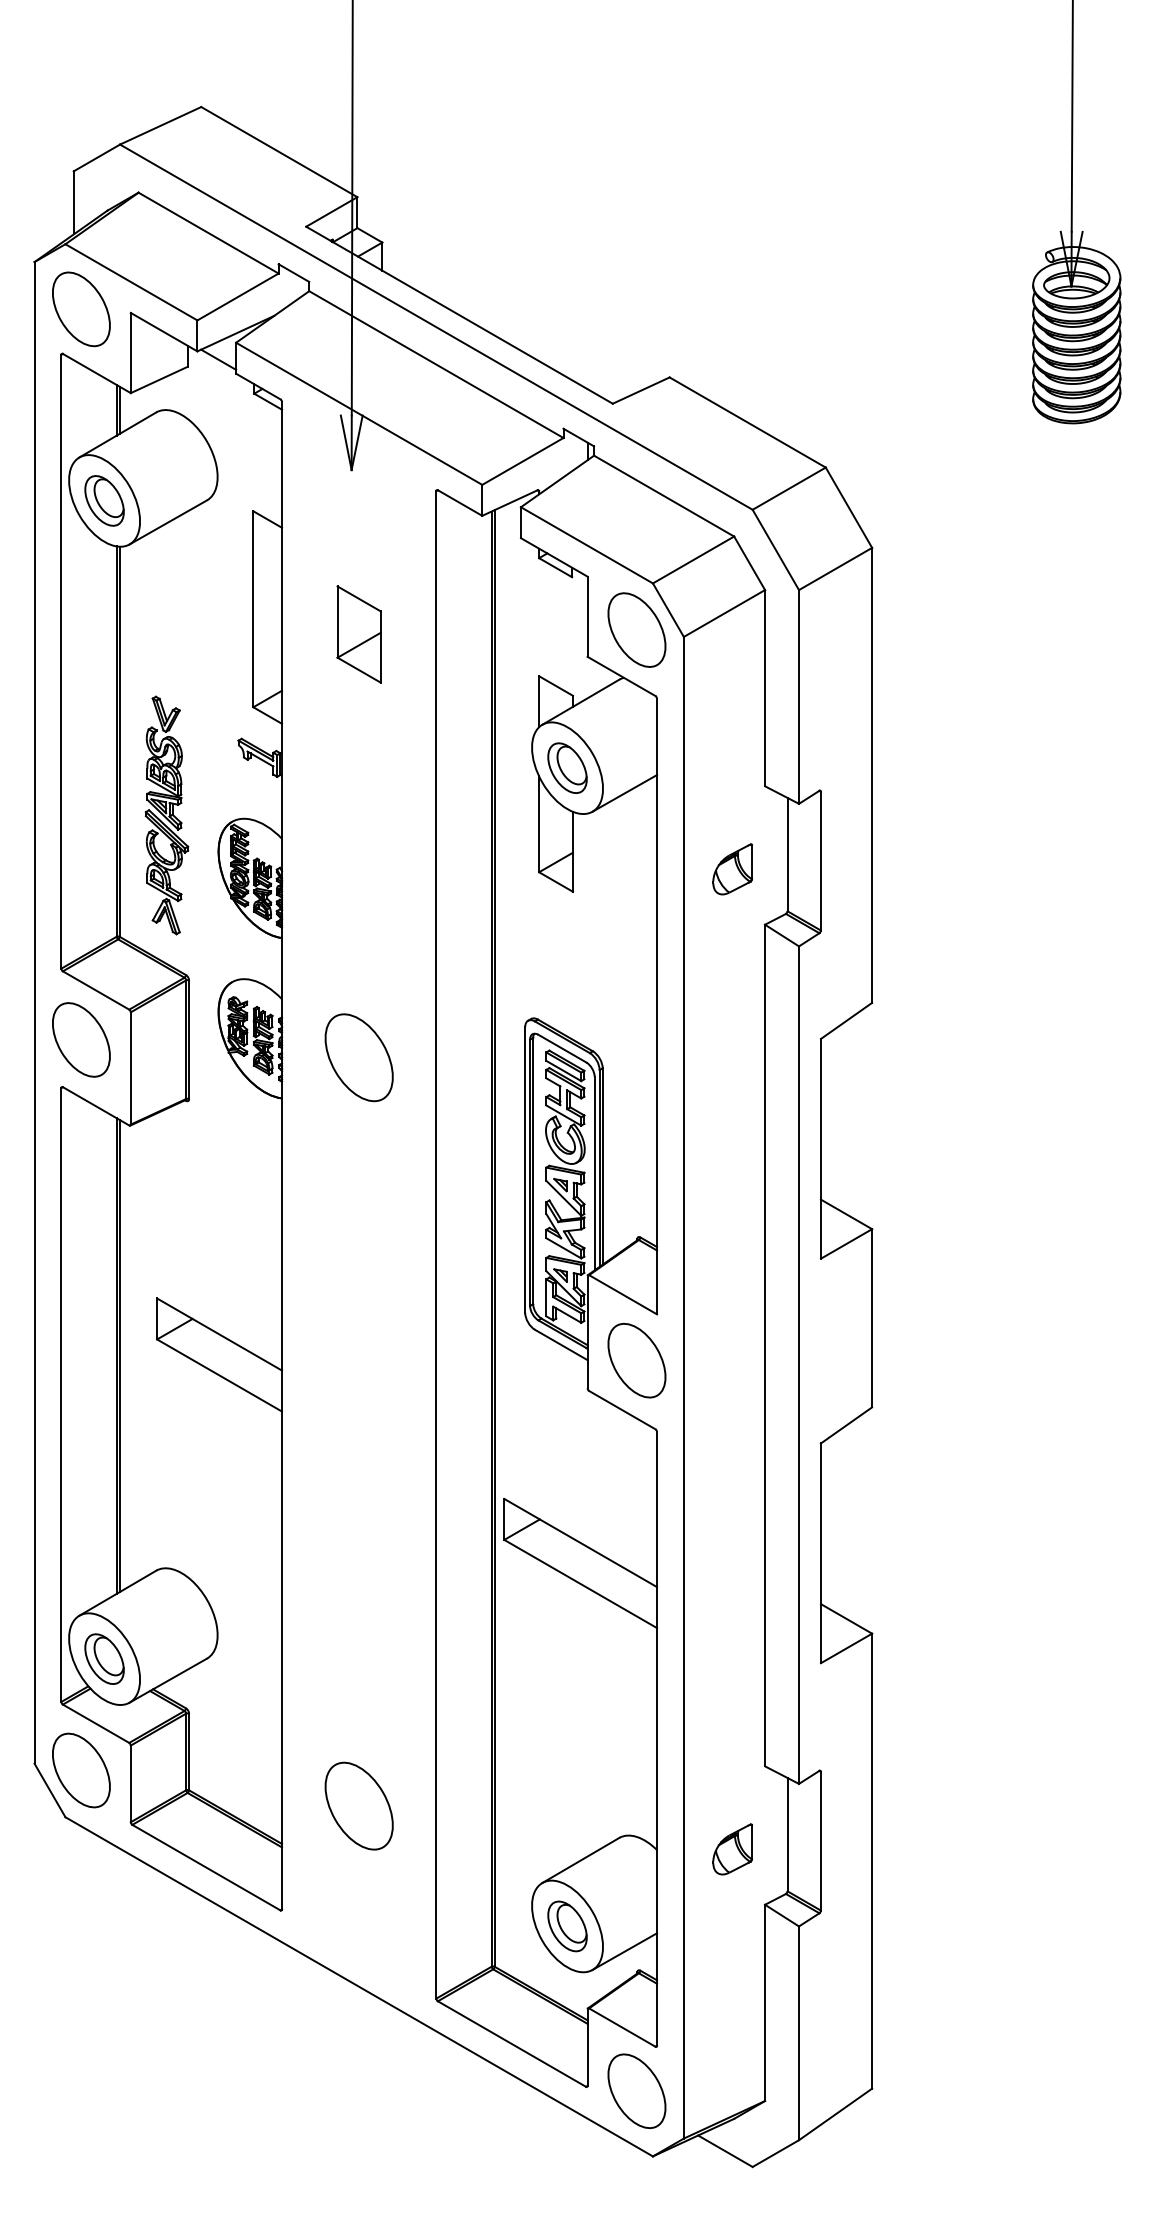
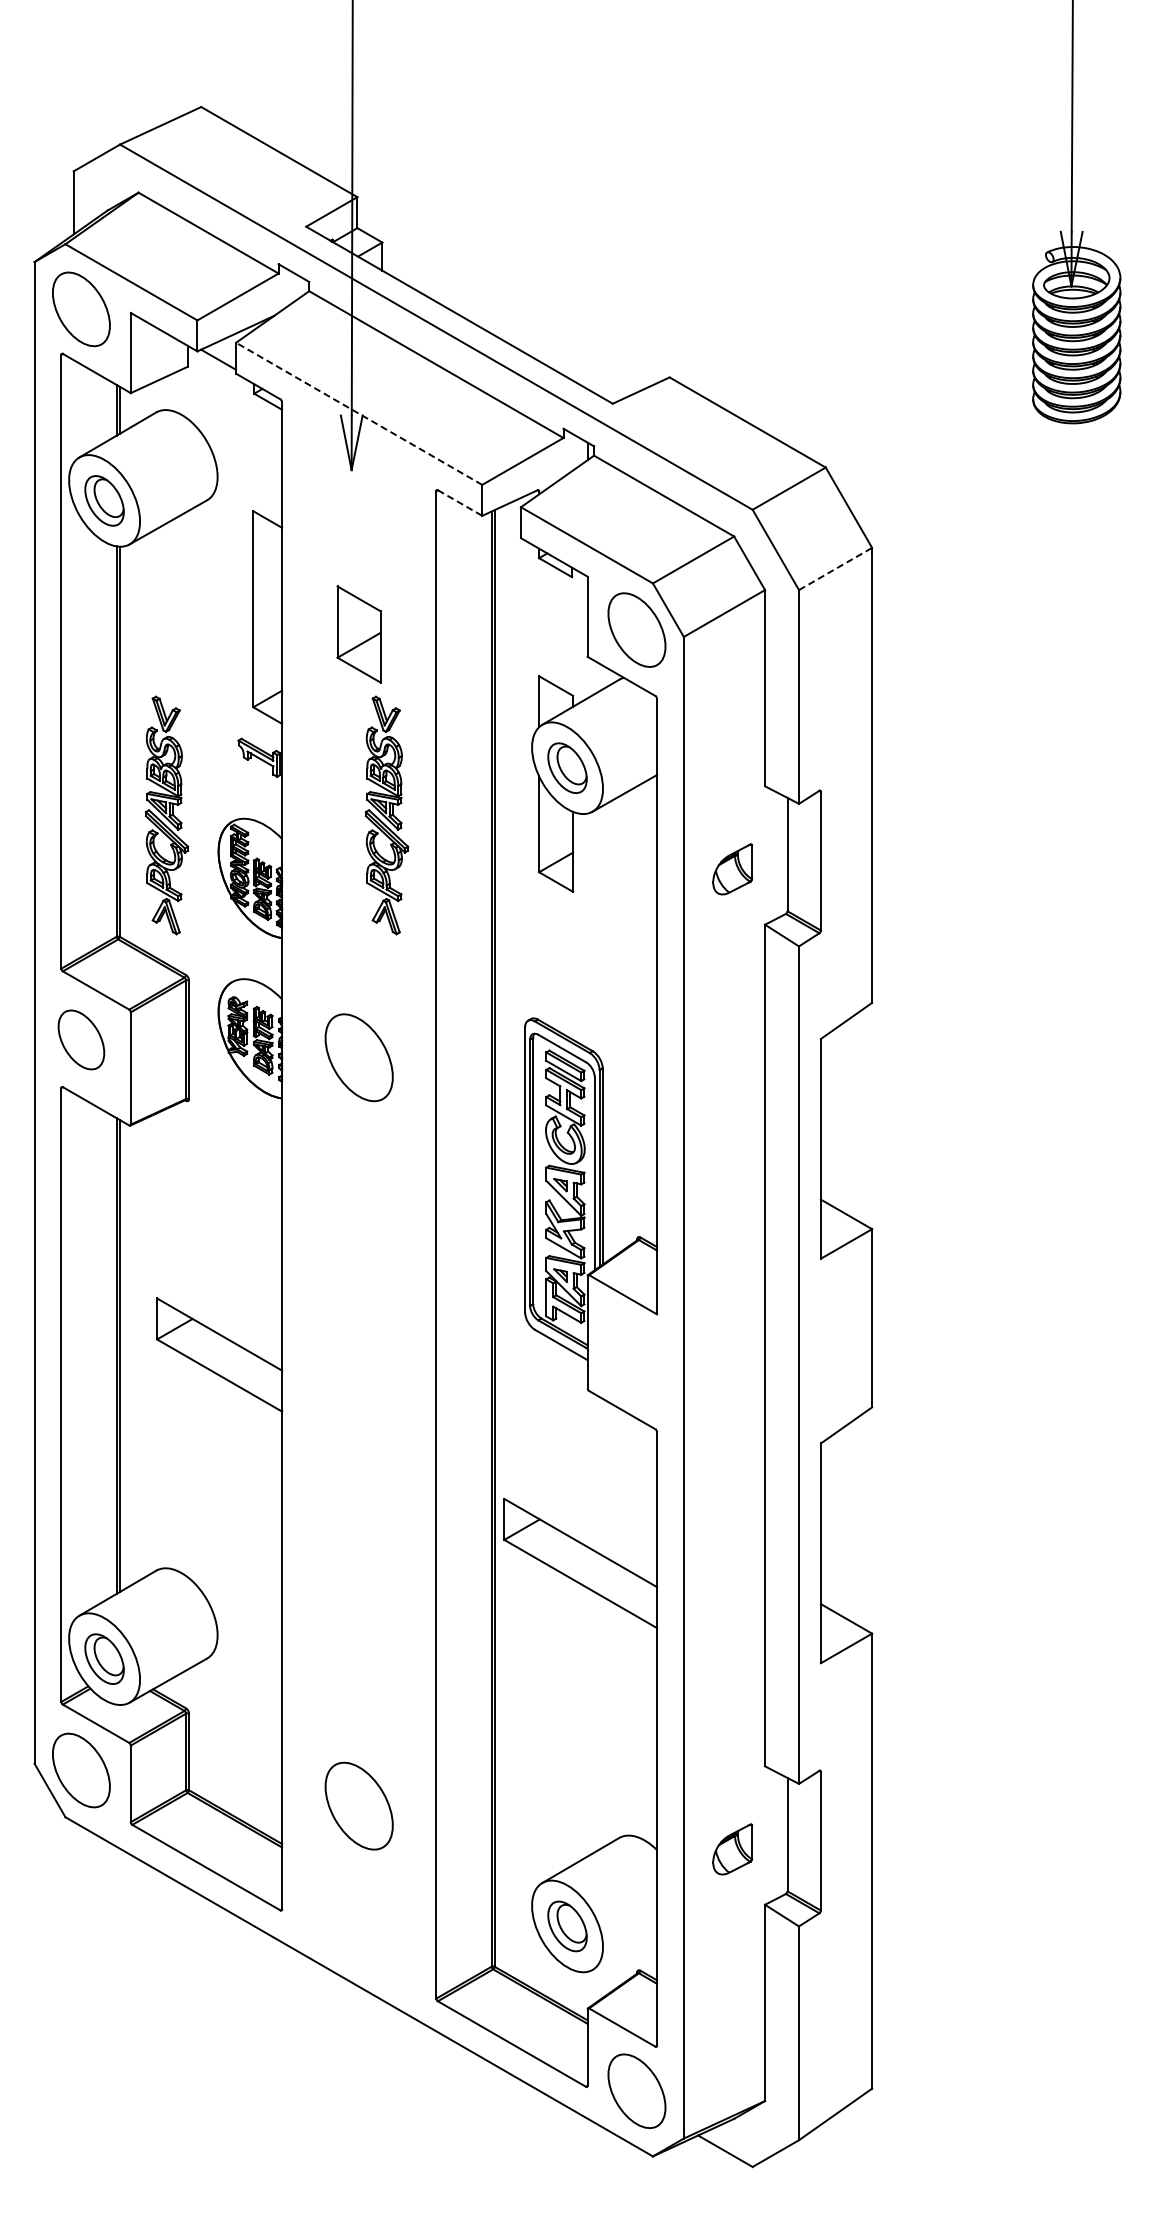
line at (358, 413): solid -> dashed
line at (460, 503): solid -> dashed
line at (836, 568): solid -> dashed
part at (386, 815): none -> present
part at (81, 1039) size: 59x76 px -> 49x62 px
part at (636, 1360): present -> none
line at (624, 1951): present -> none
